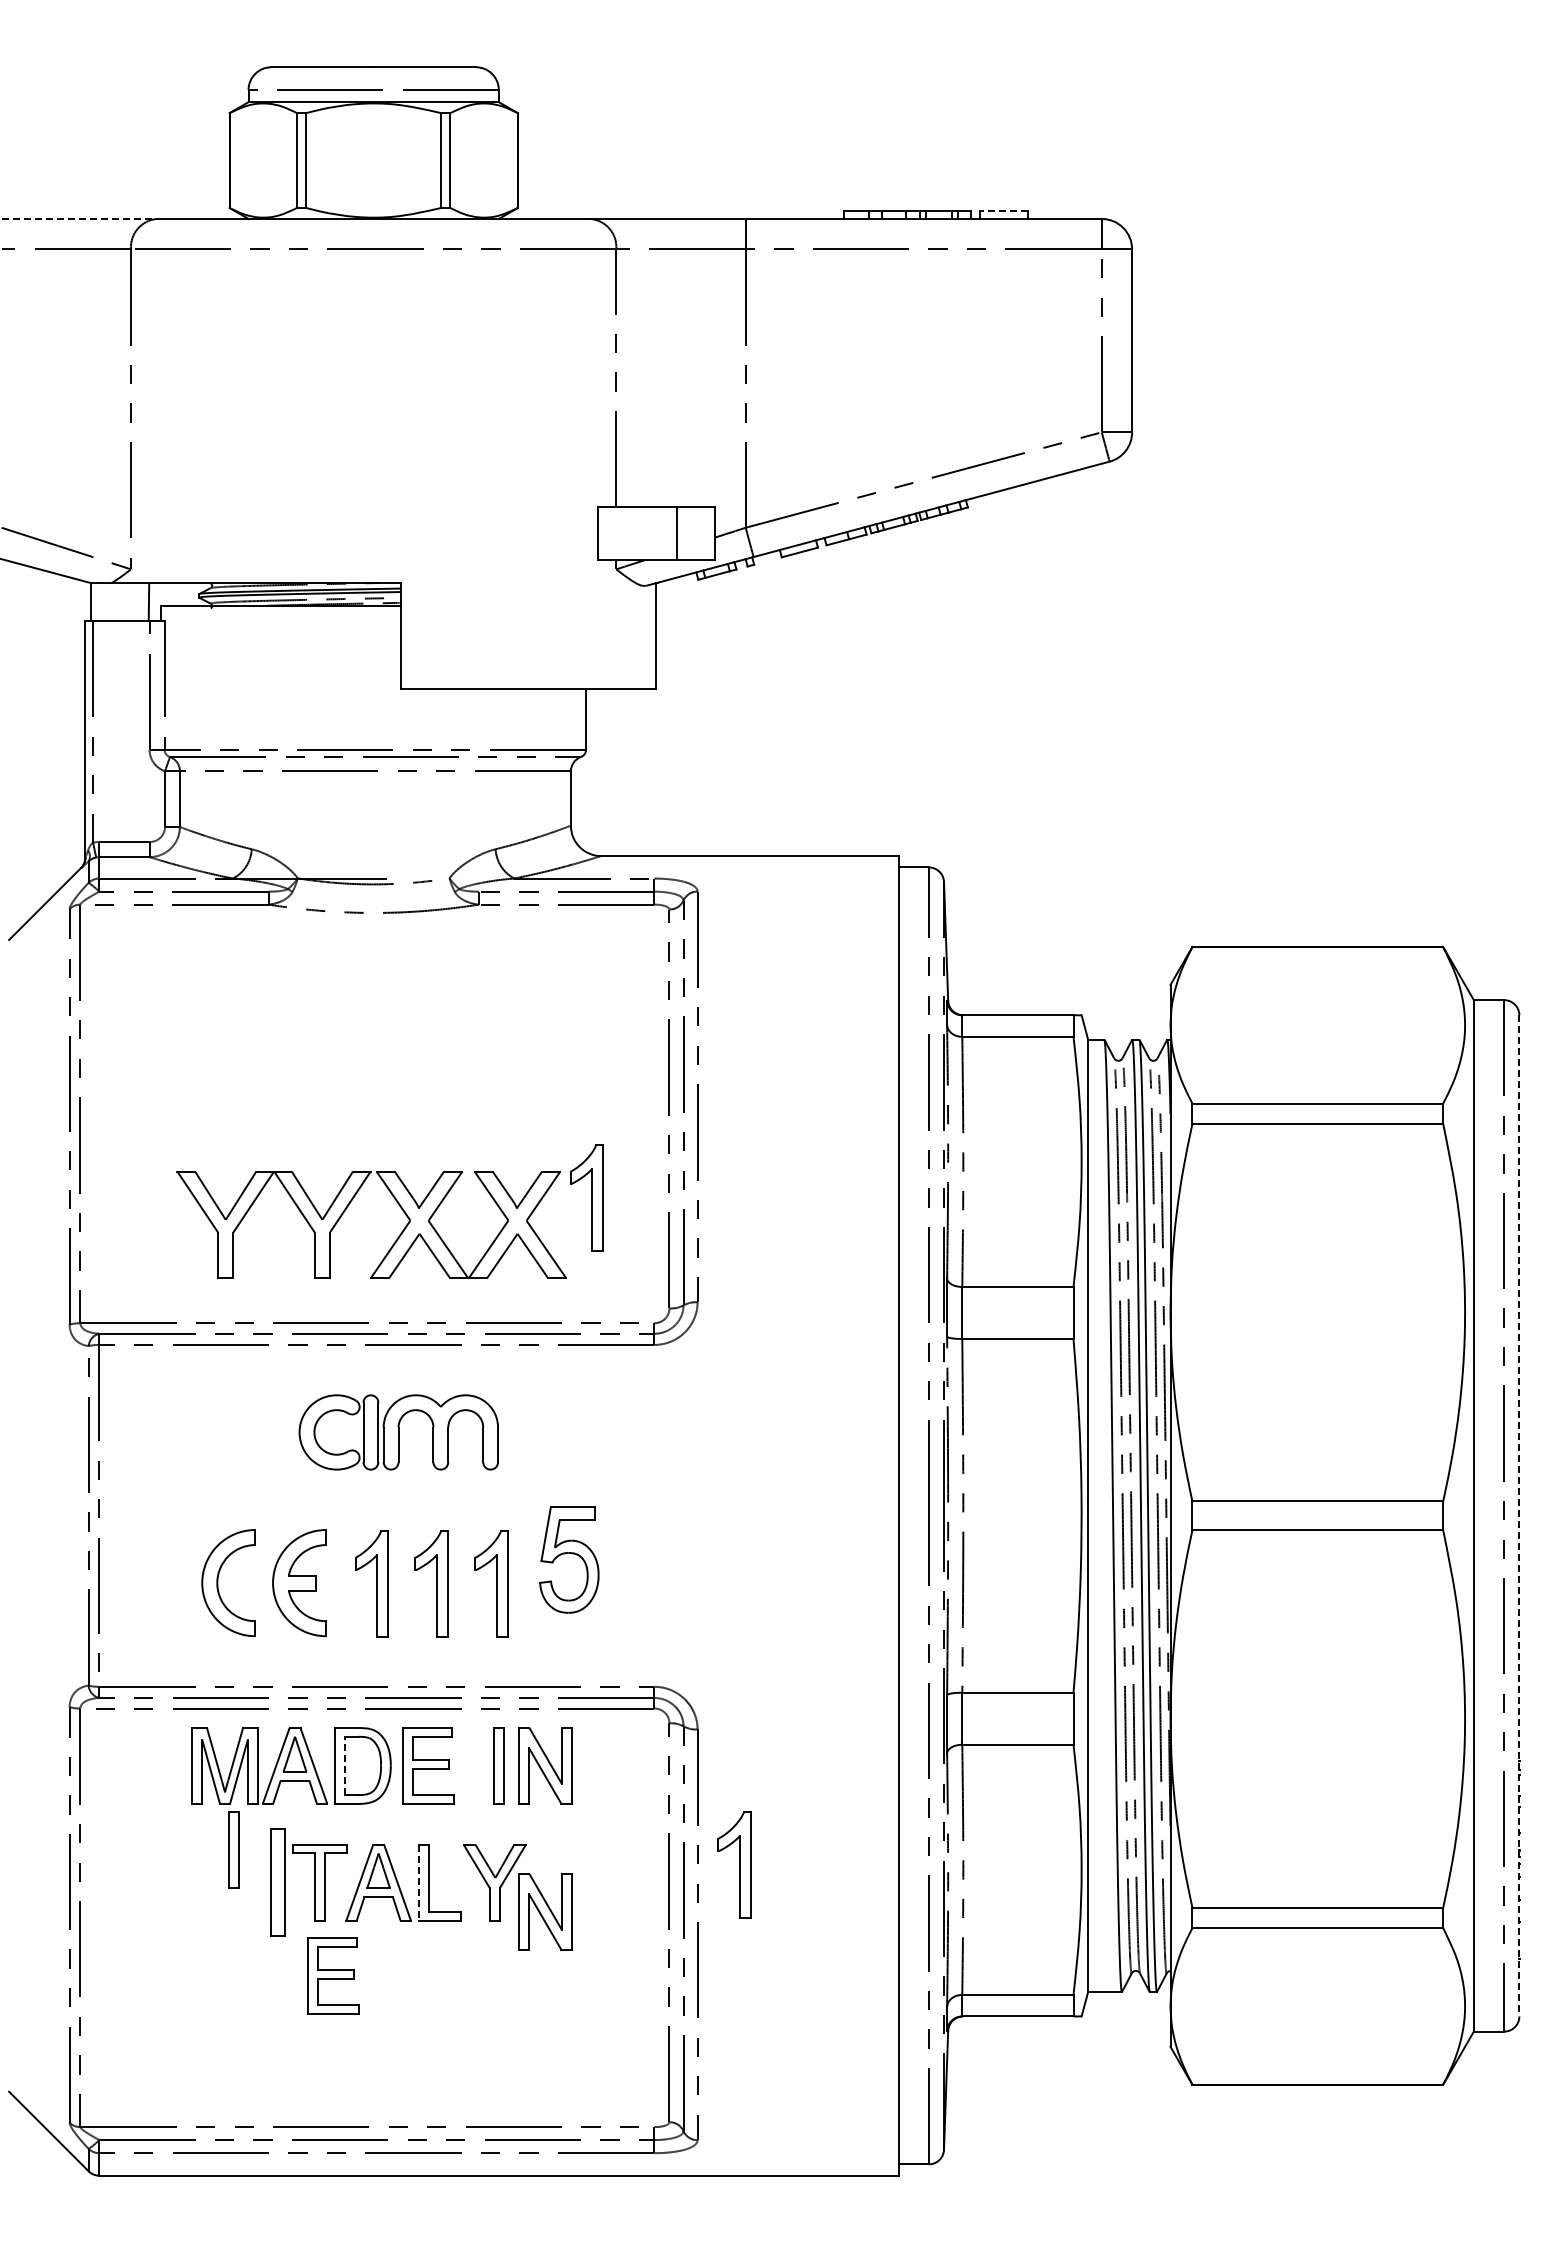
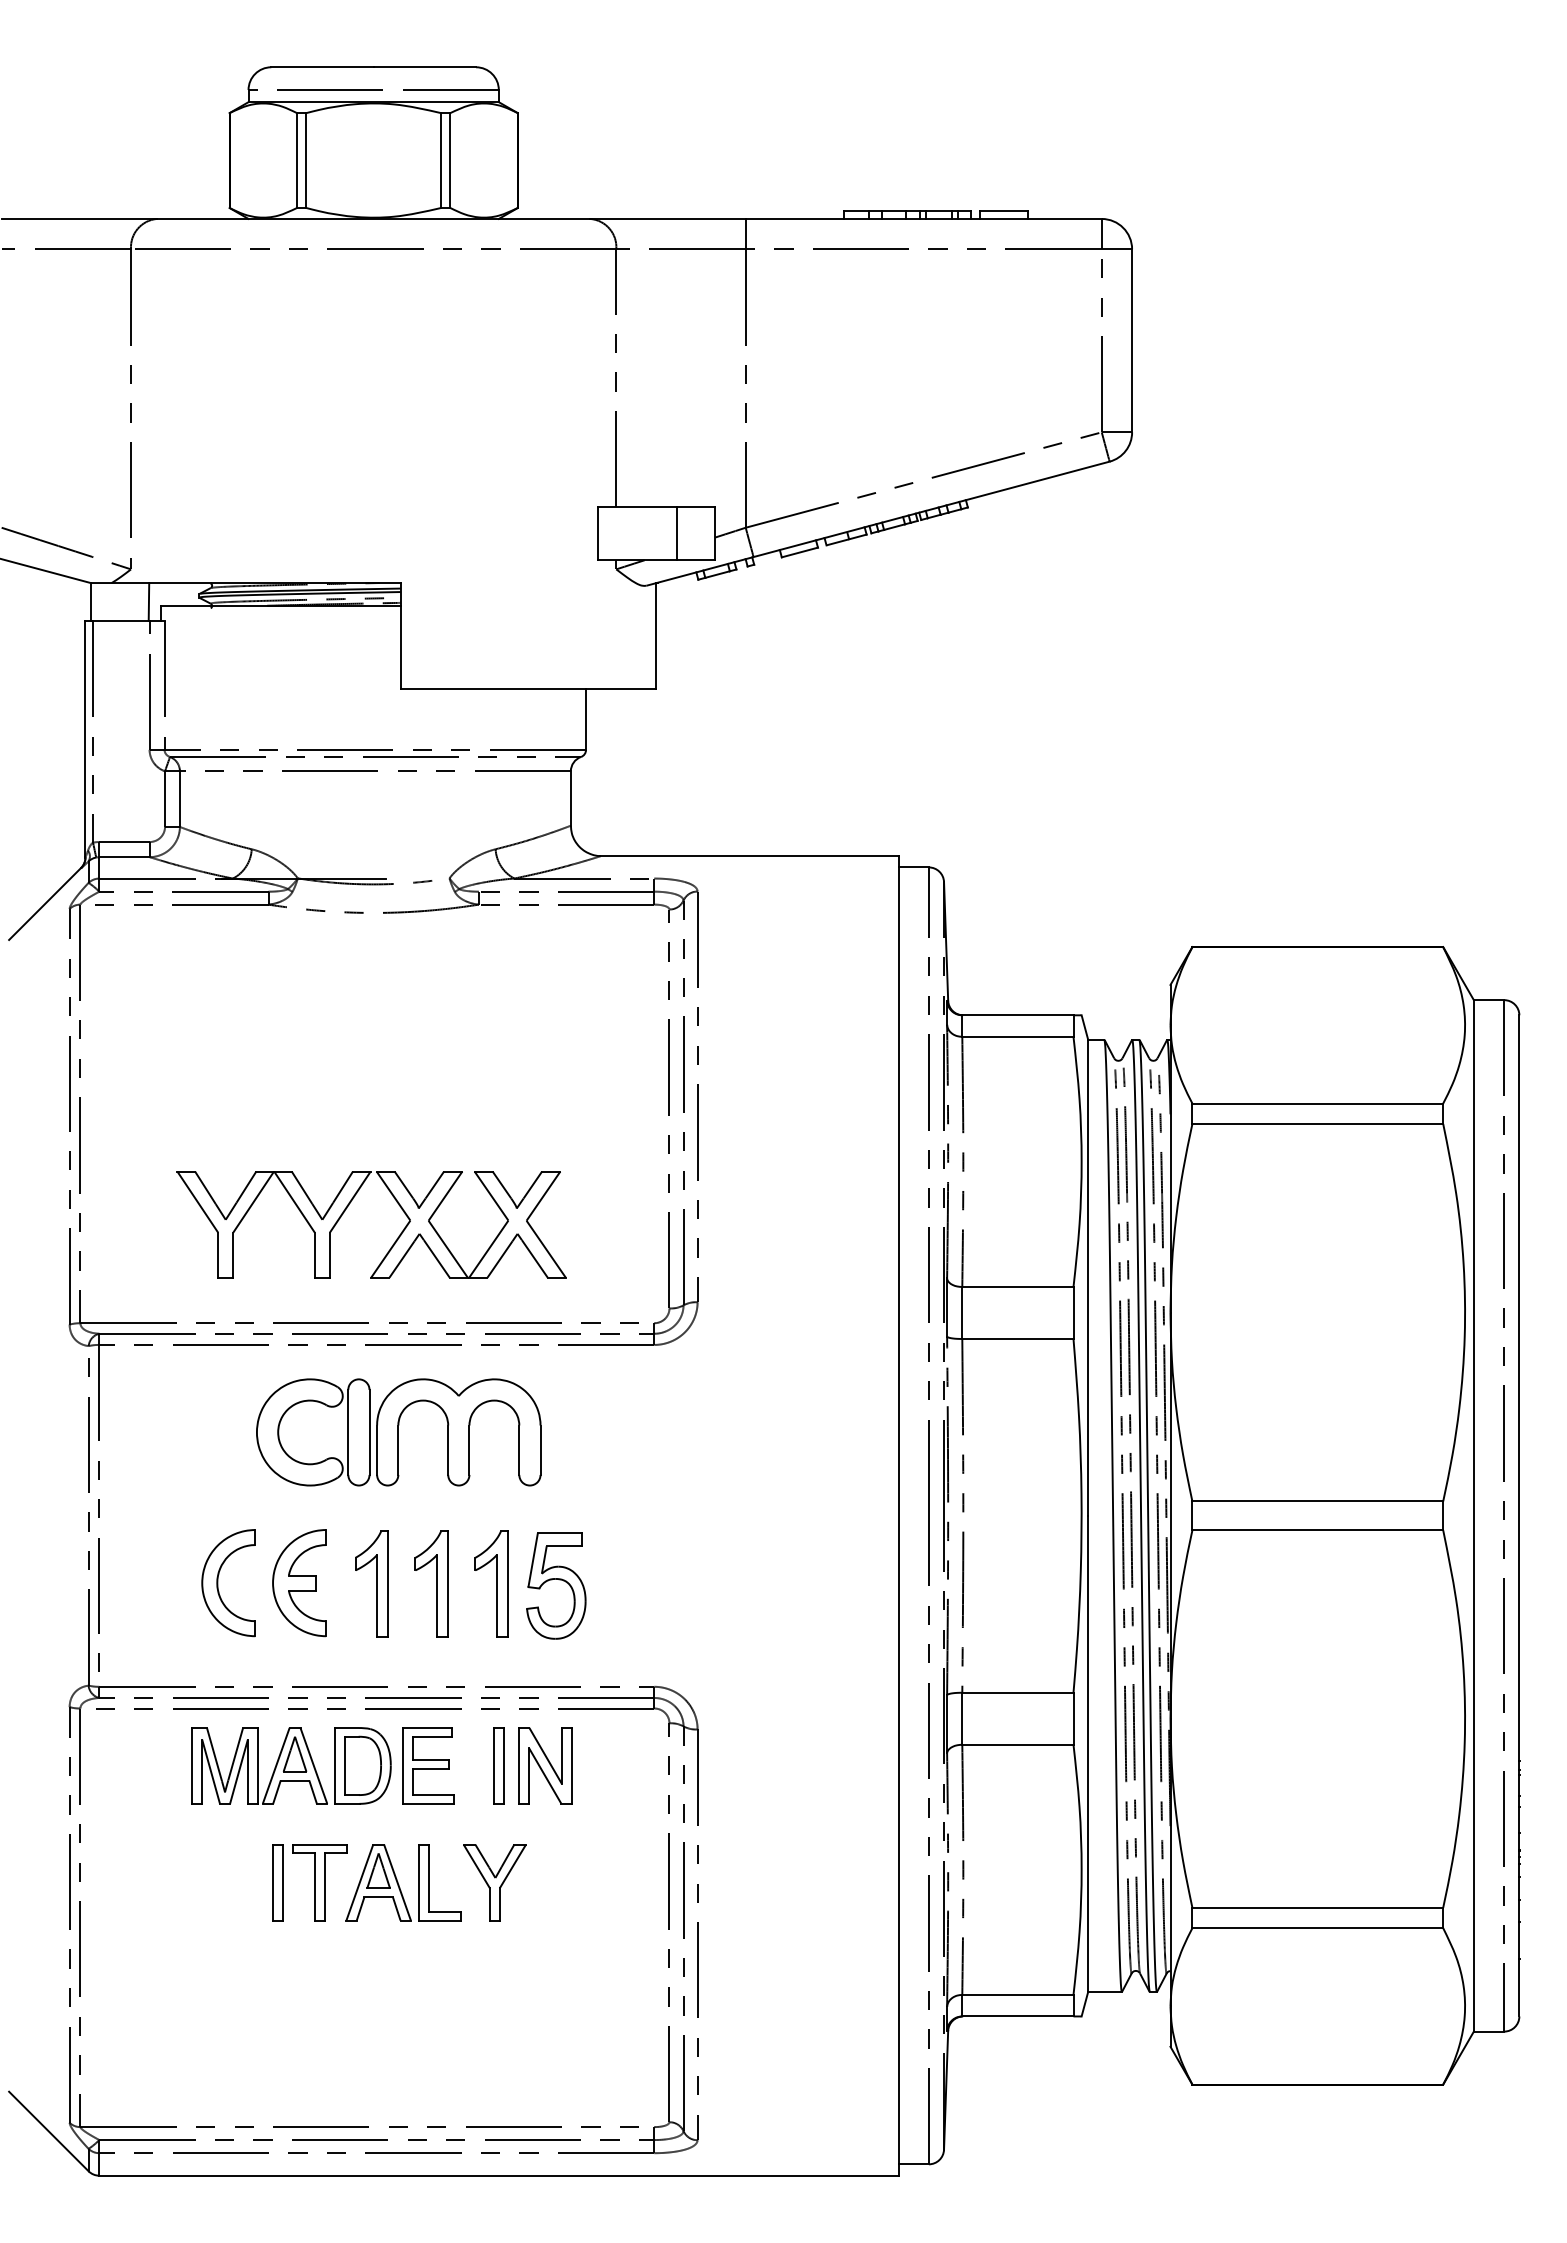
line at (1003, 211): dashed -> solid
line at (79, 218): dashed -> solid
part at (586, 1197): present -> none
part at (398, 1432) size: 201x77 px -> 286x109 px
line at (1519, 1515): dashed -> solid
part at (569, 1559) position: (569, 1559) -> (556, 1585)
line at (345, 1765): dashed -> solid
part at (233, 1849): present -> none
part at (734, 1864): present -> none
part at (277, 1882) size: 16x109 px -> 12x78 px
line at (419, 1882): dashed -> solid
part at (545, 1911): present -> none
part at (333, 1975): present -> none
